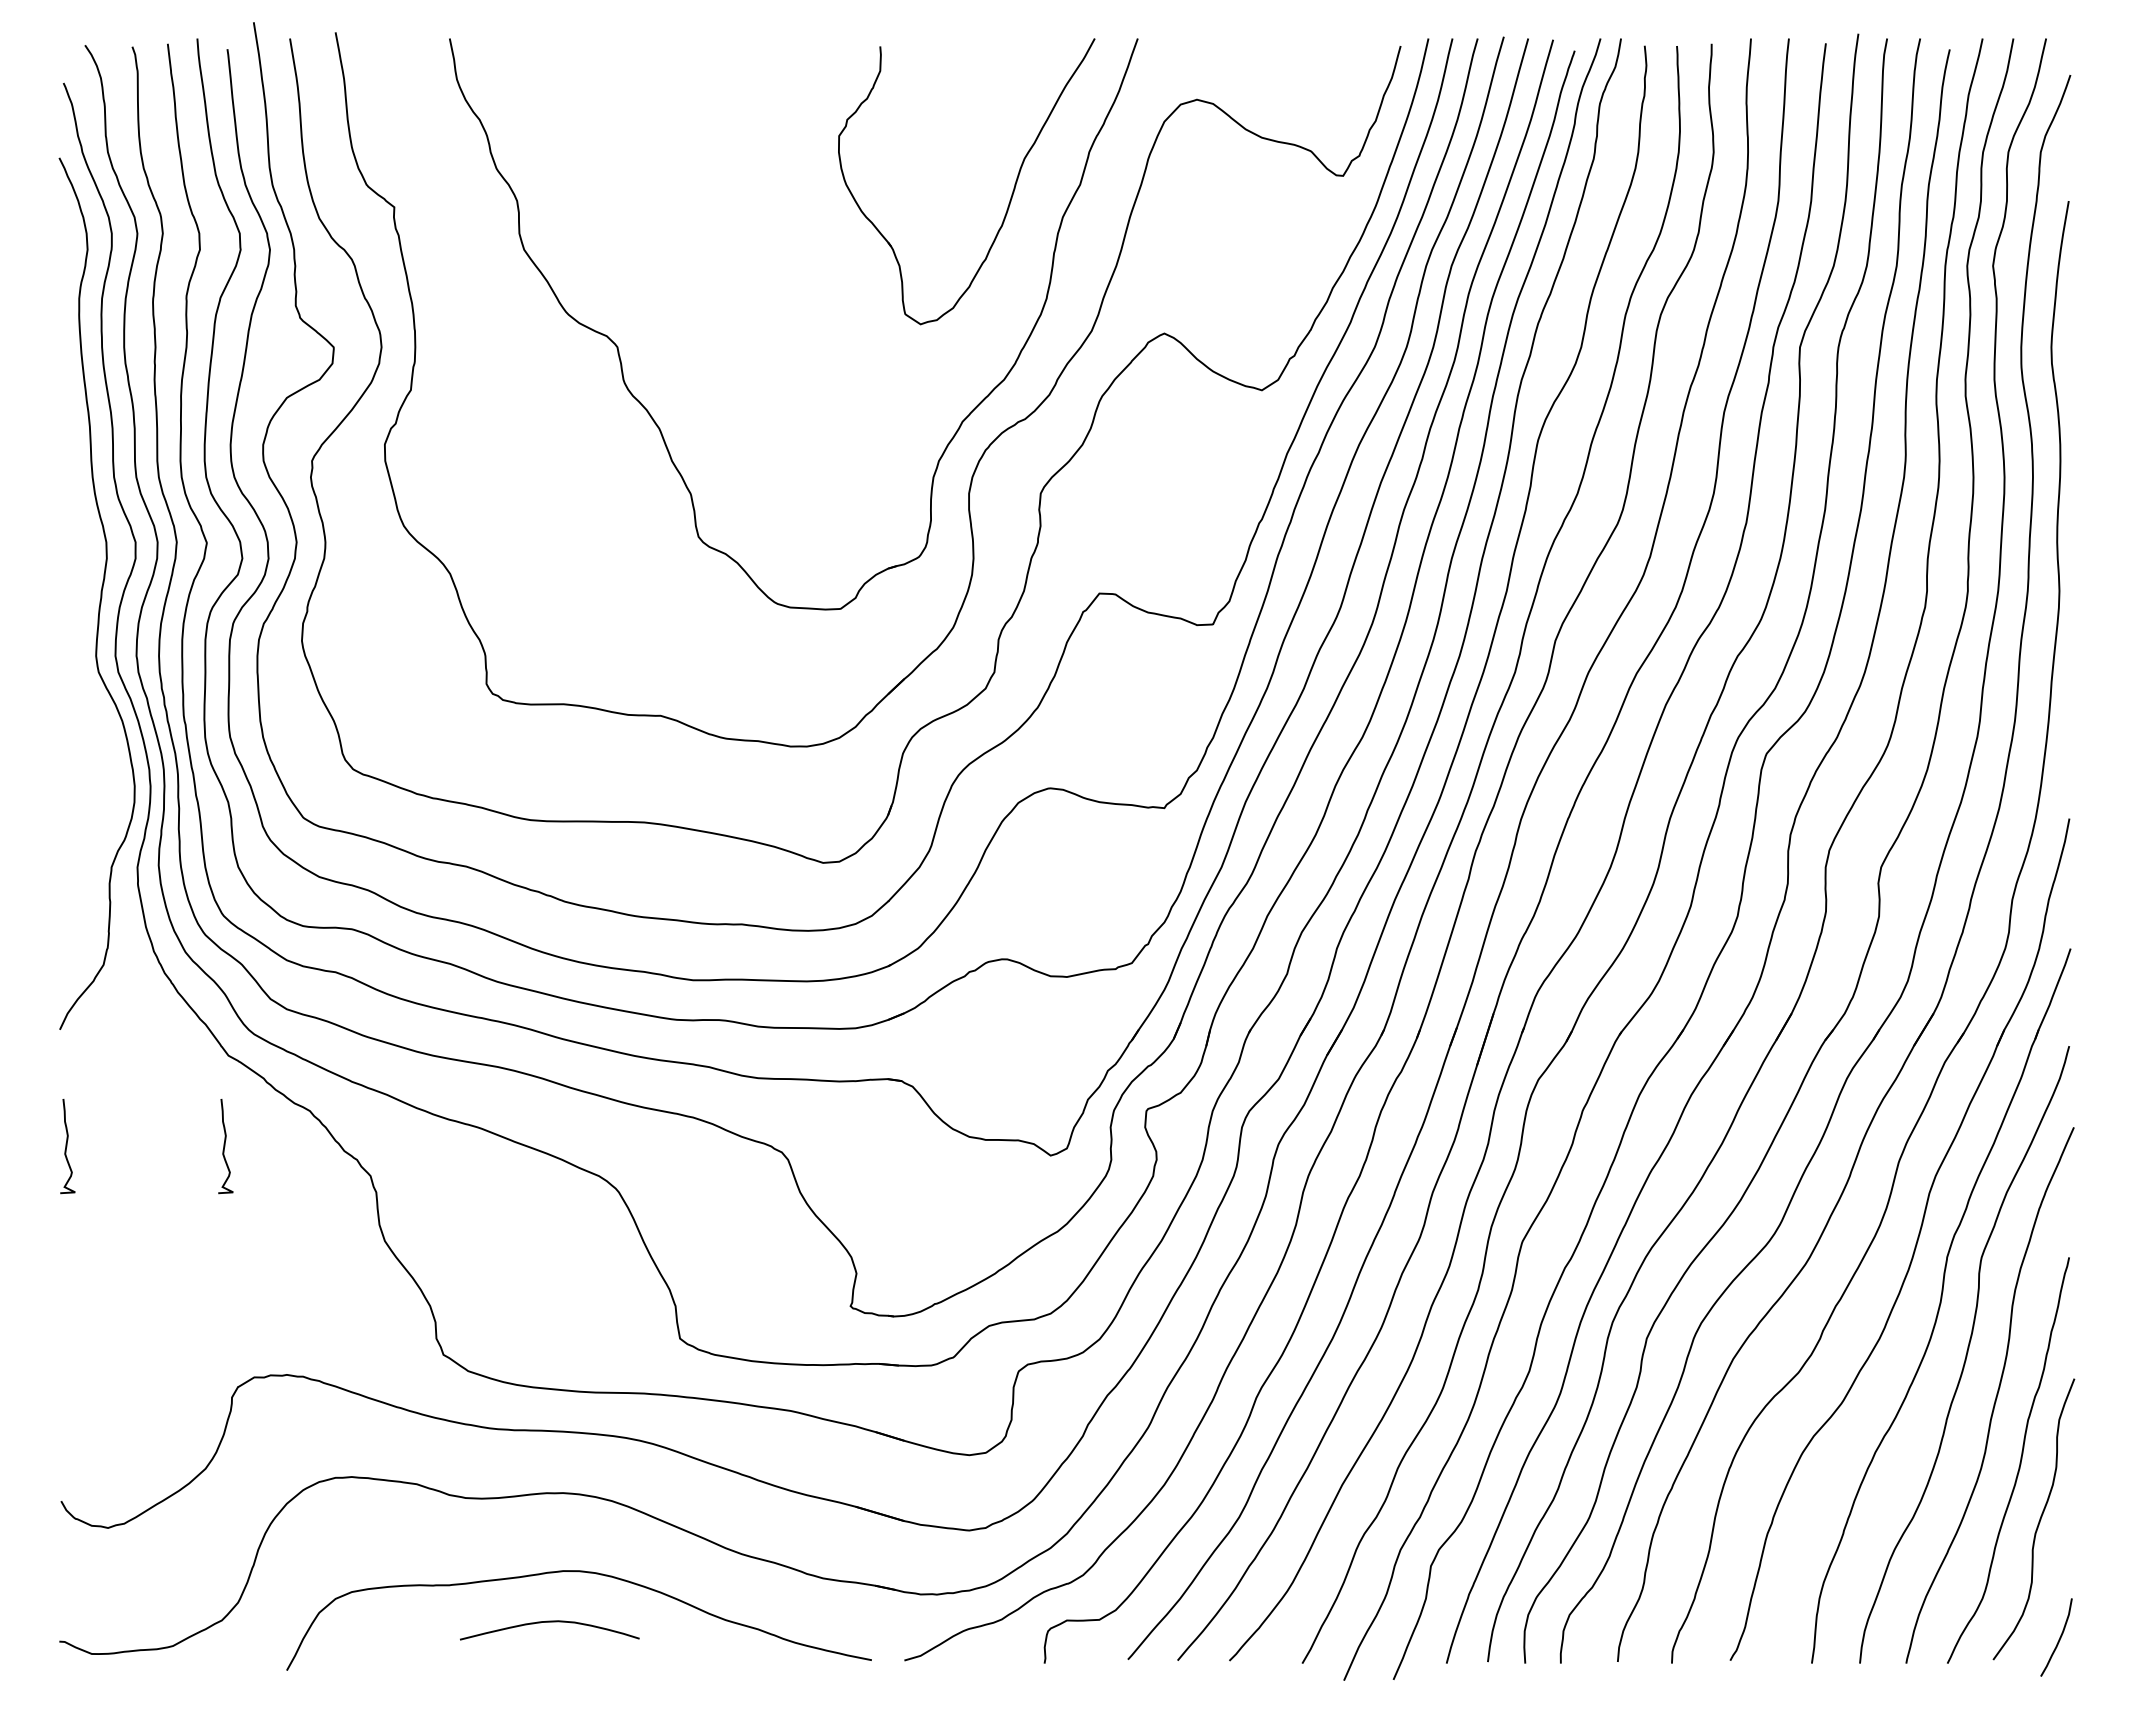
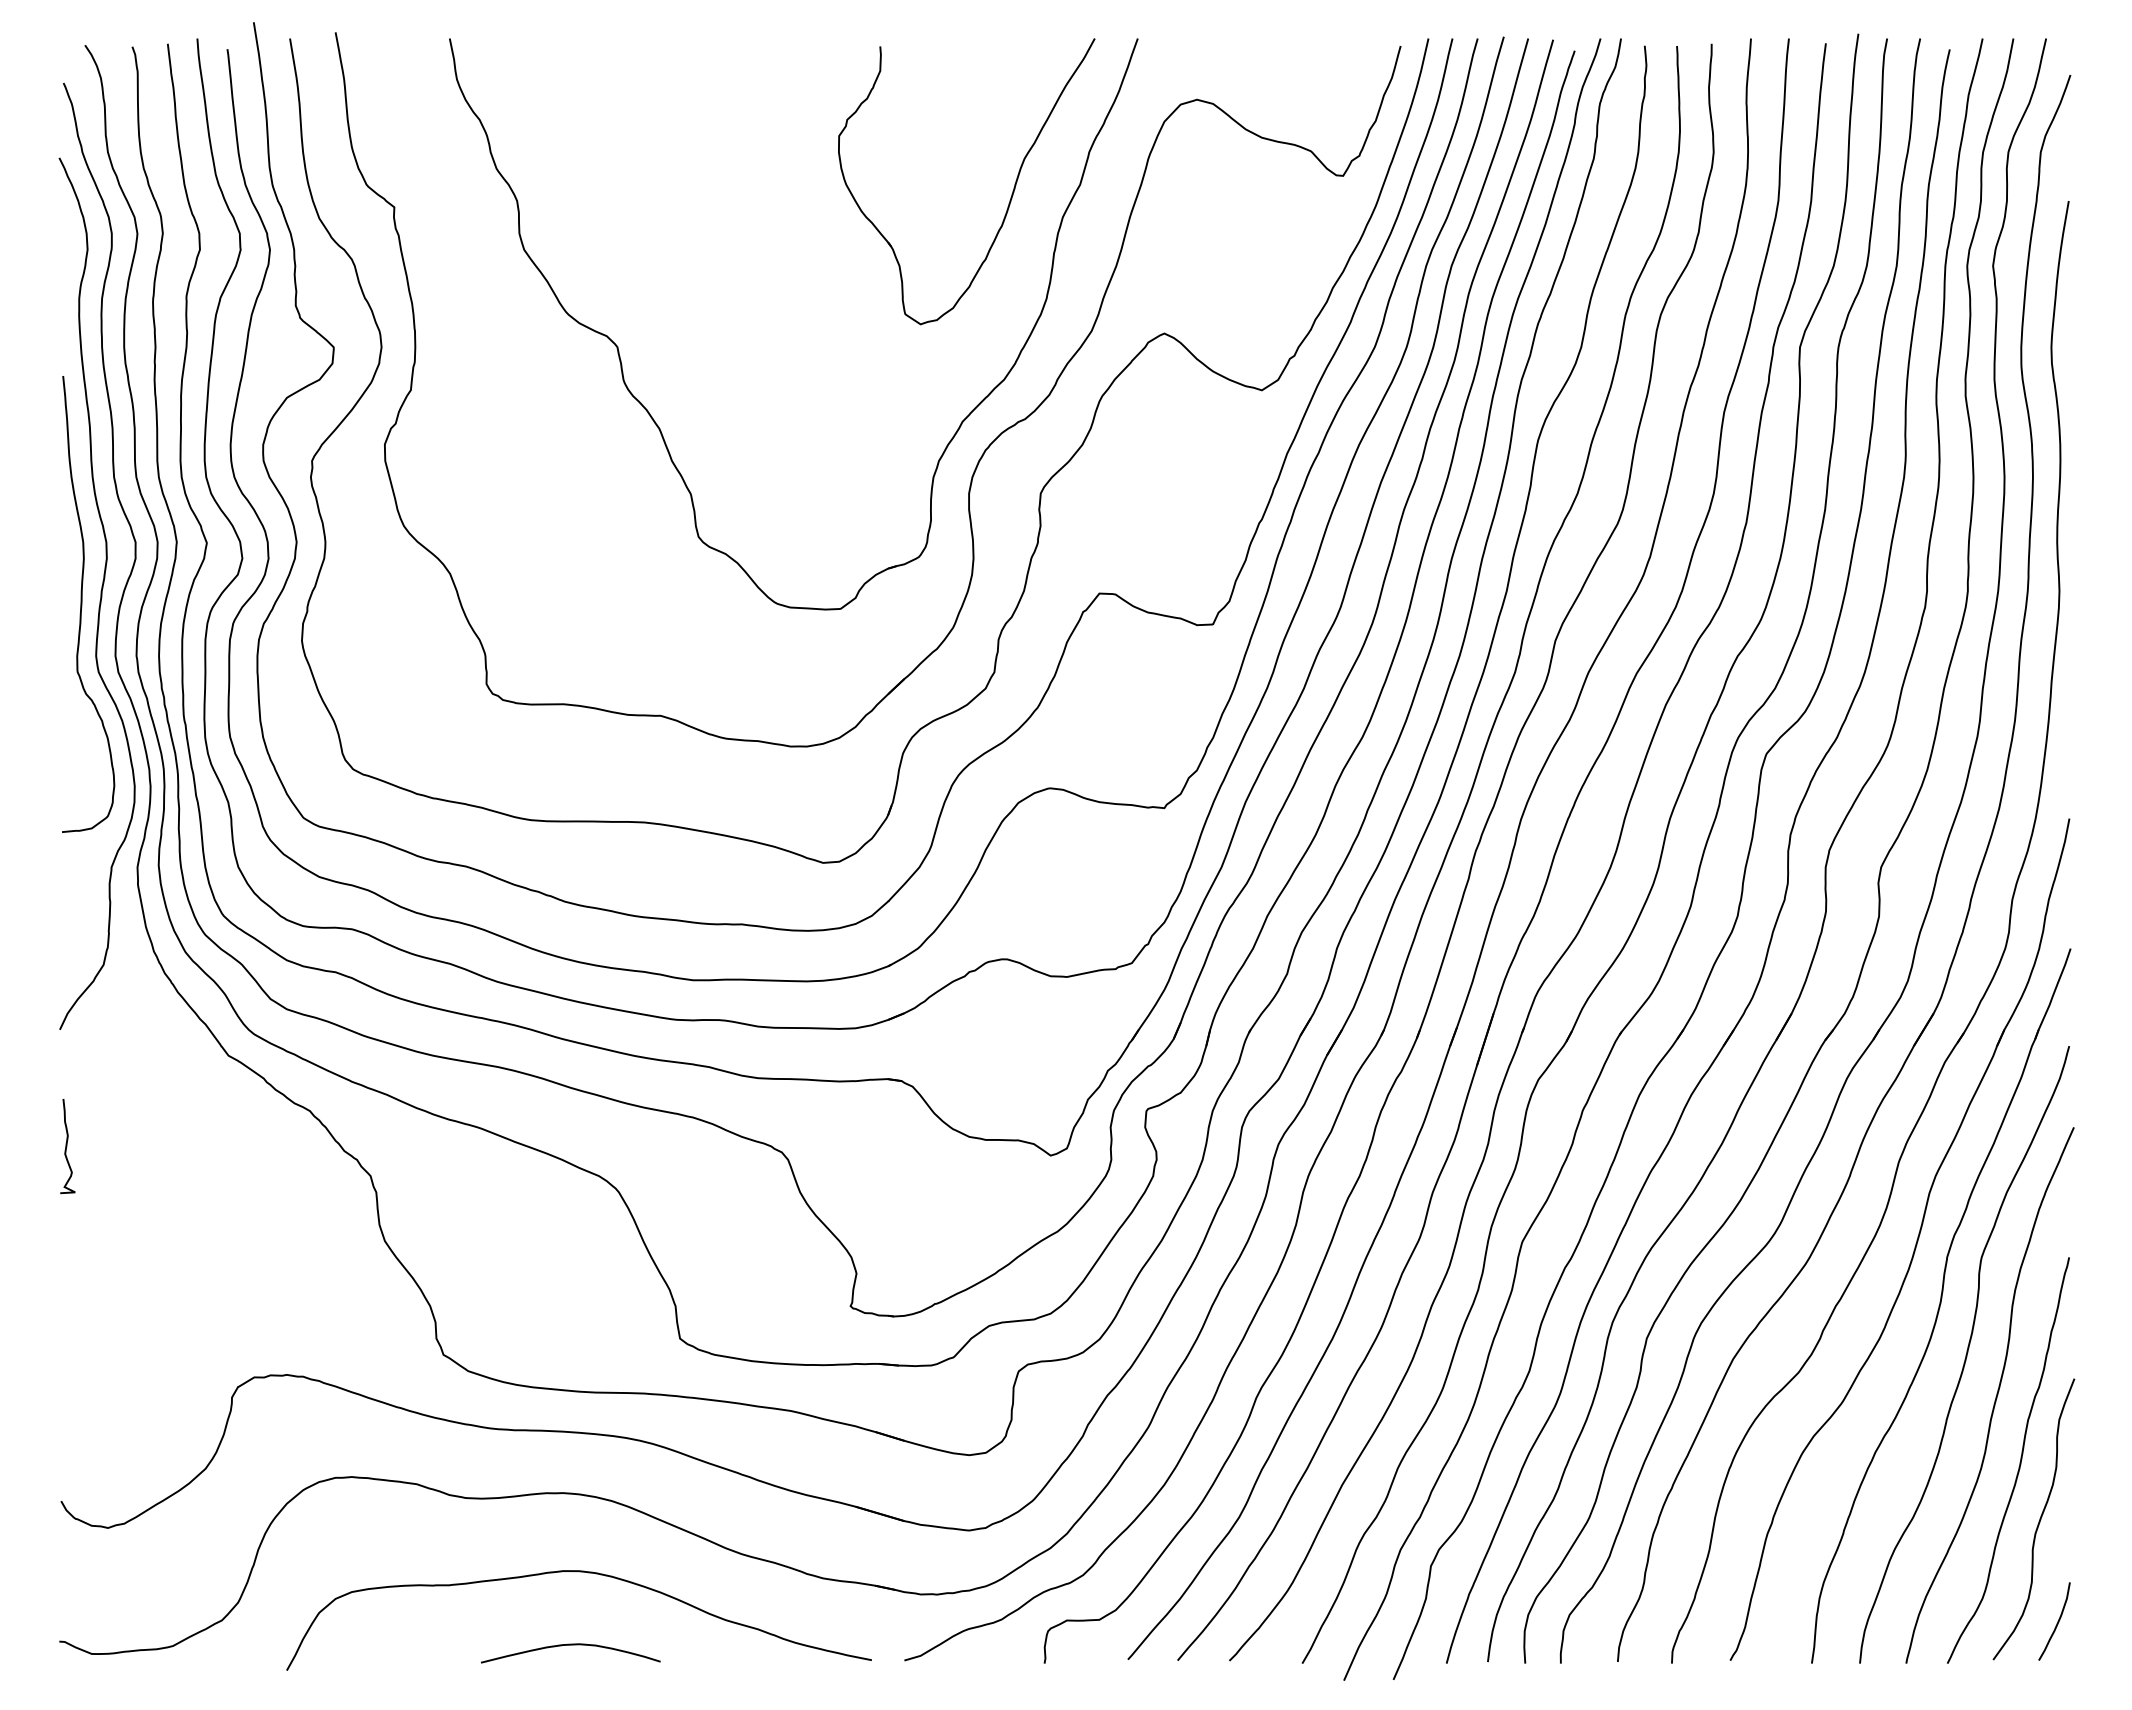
curve at (82, 604): none -> present
curve at (225, 1146): present -> none
curve at (549, 1622) position: (549, 1622) -> (570, 1645)
curve at (2058, 1639) position: (2058, 1639) -> (2056, 1623)
